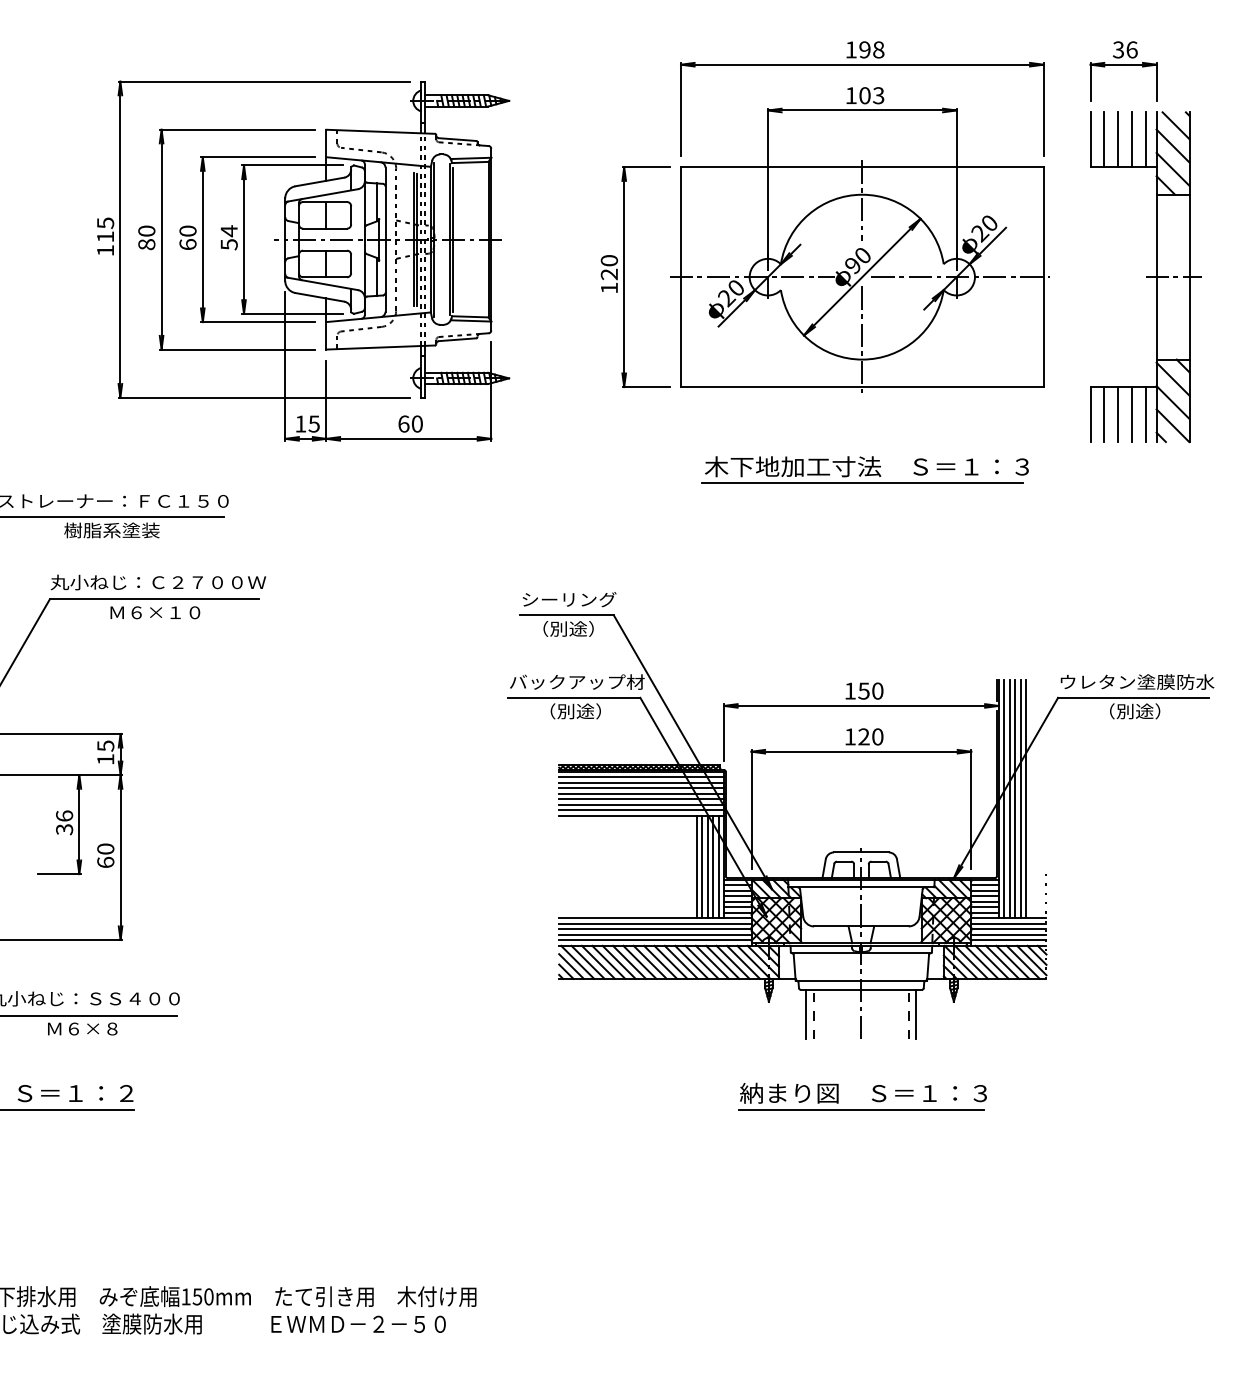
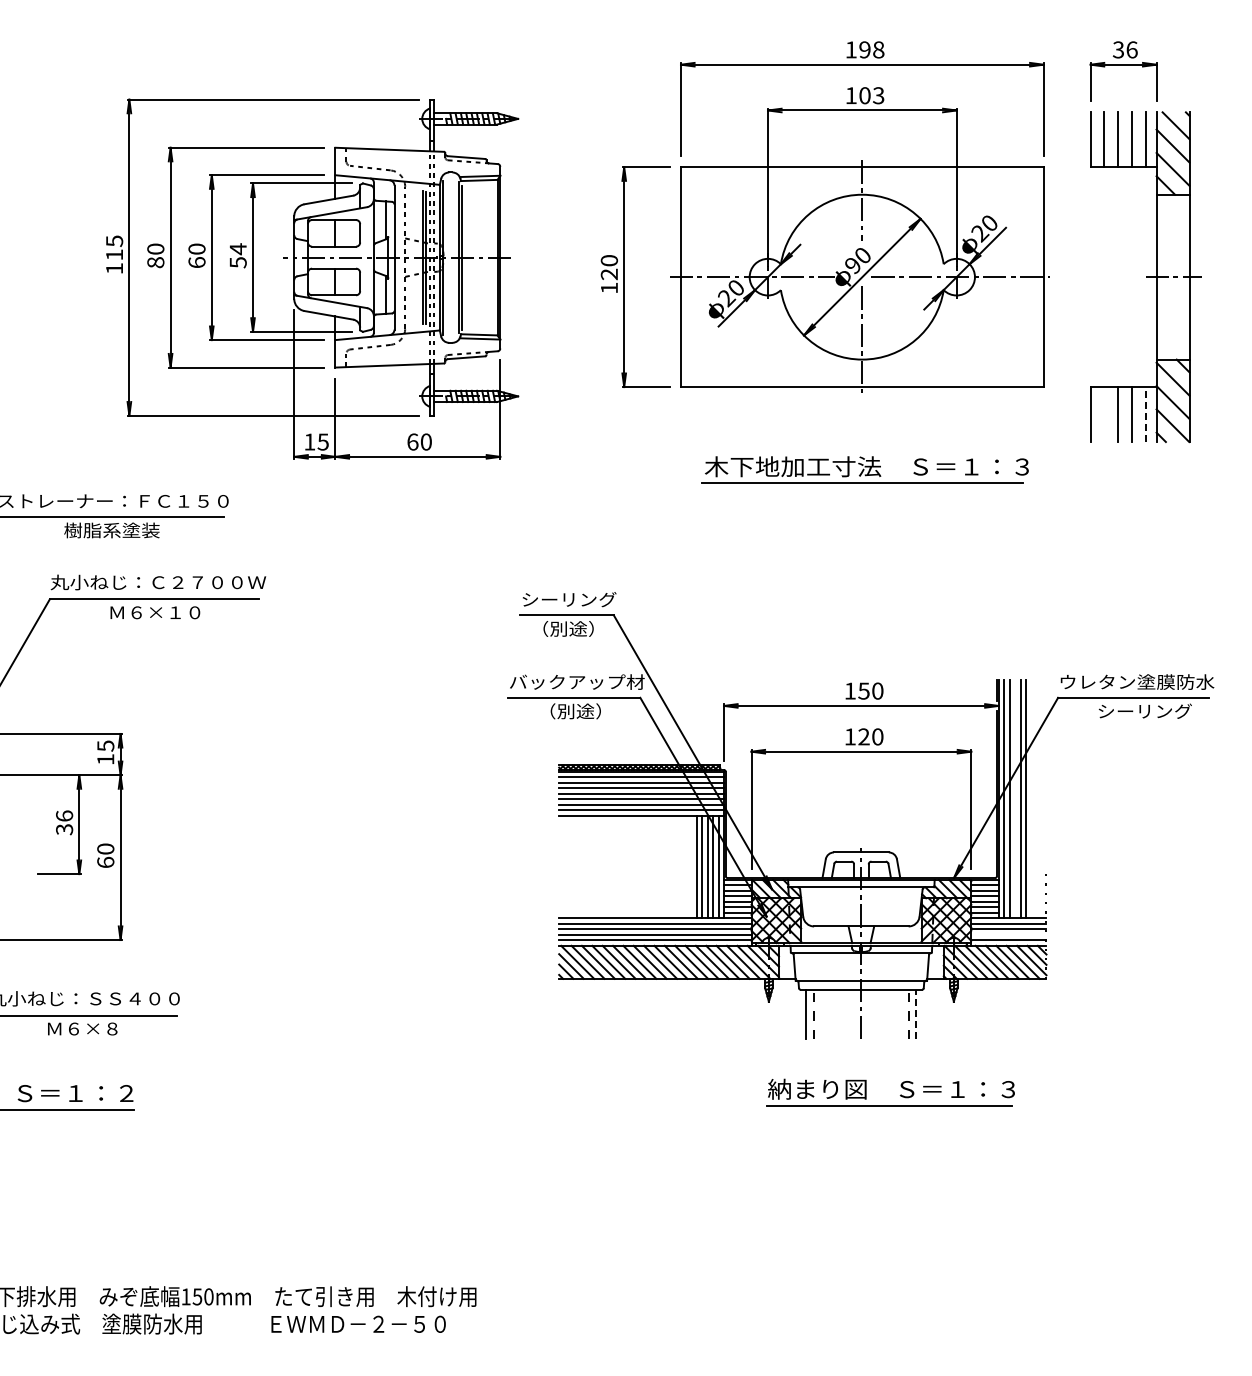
part at (303, 260) position: (303, 260) -> (312, 278)
line at (1104, 414): present -> none
line at (1145, 414): solid -> dashed
text at (1144, 711): （別途） -> シーリング
line at (1015, 798): present -> none
line at (1008, 934): present -> none
line at (916, 1014): solid -> dashed
part at (871, 1099) position: (871, 1099) -> (899, 1095)
